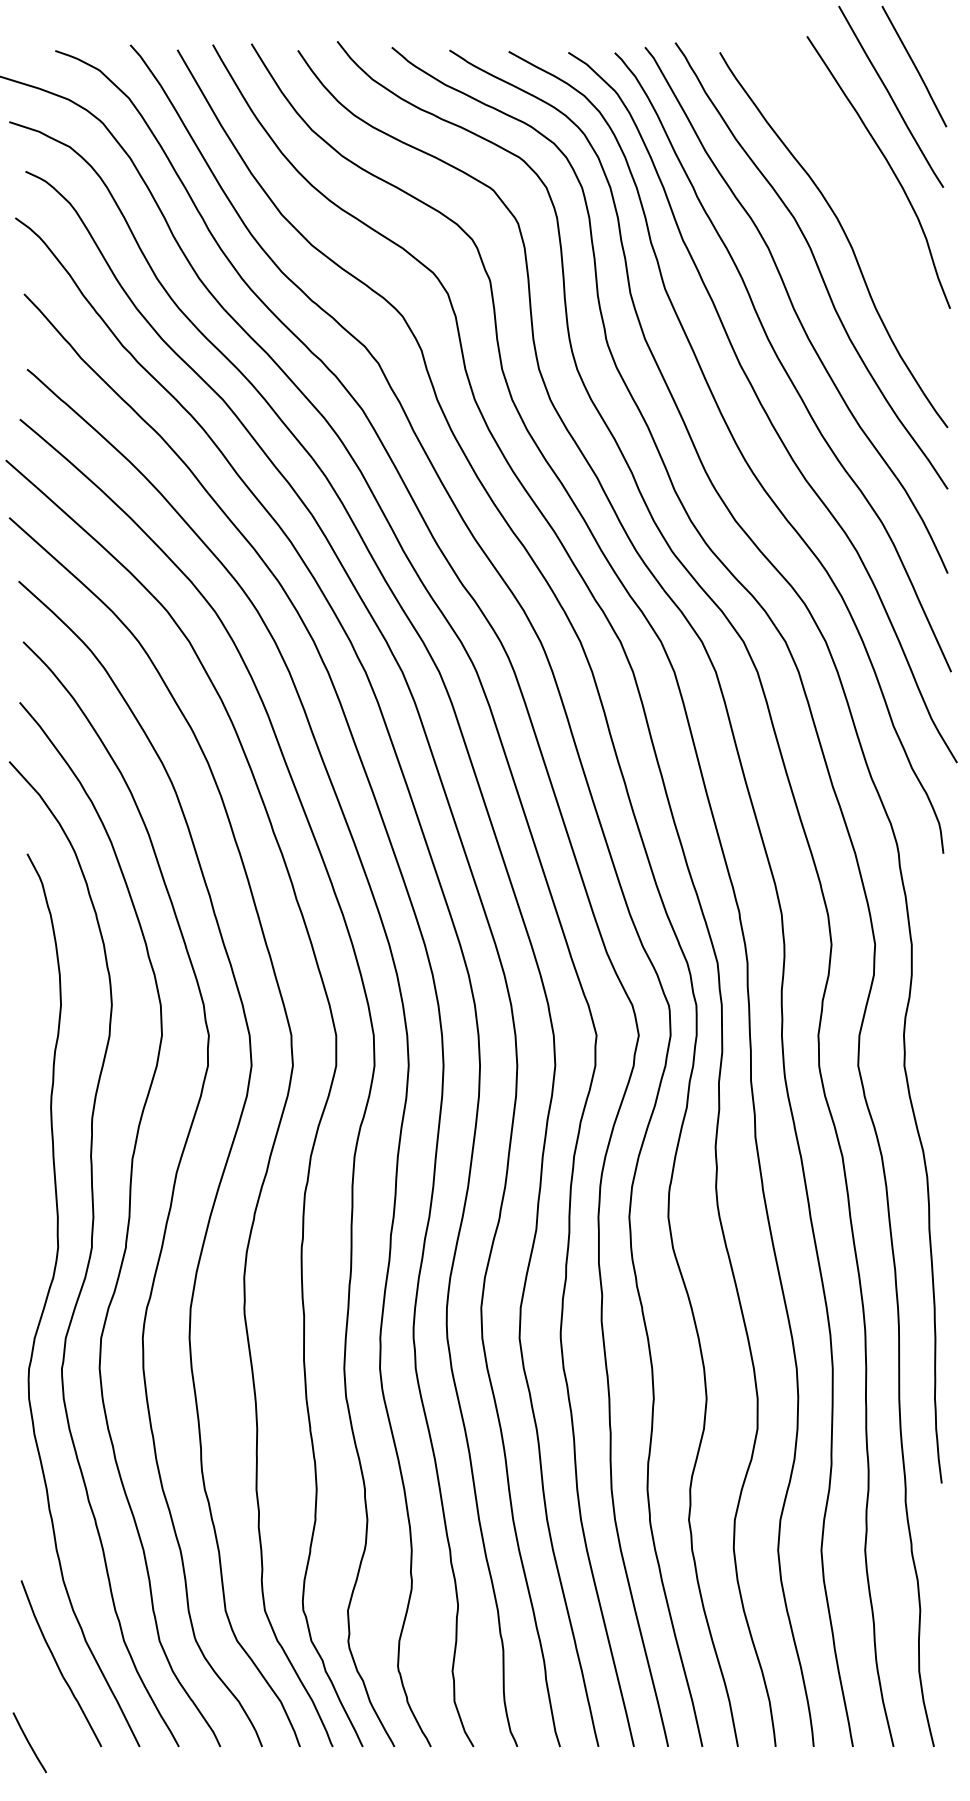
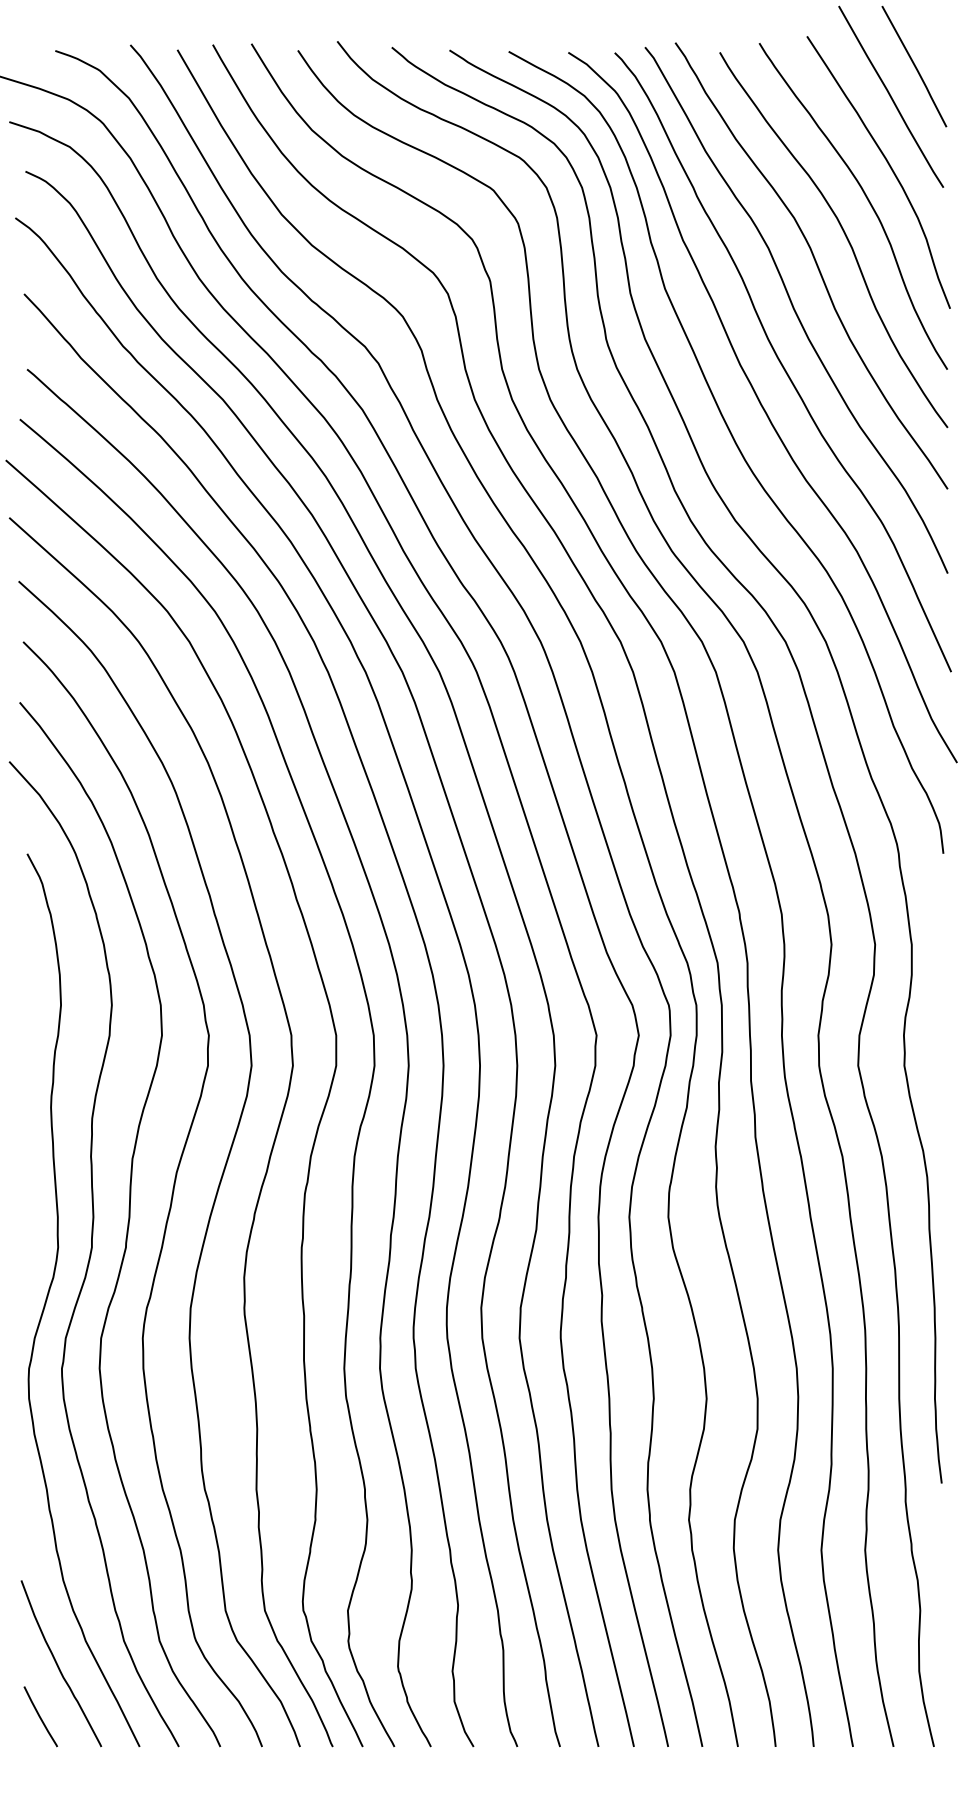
curve at (866, 198): none -> present
line at (29, 1742) position: (29, 1742) -> (40, 1716)
